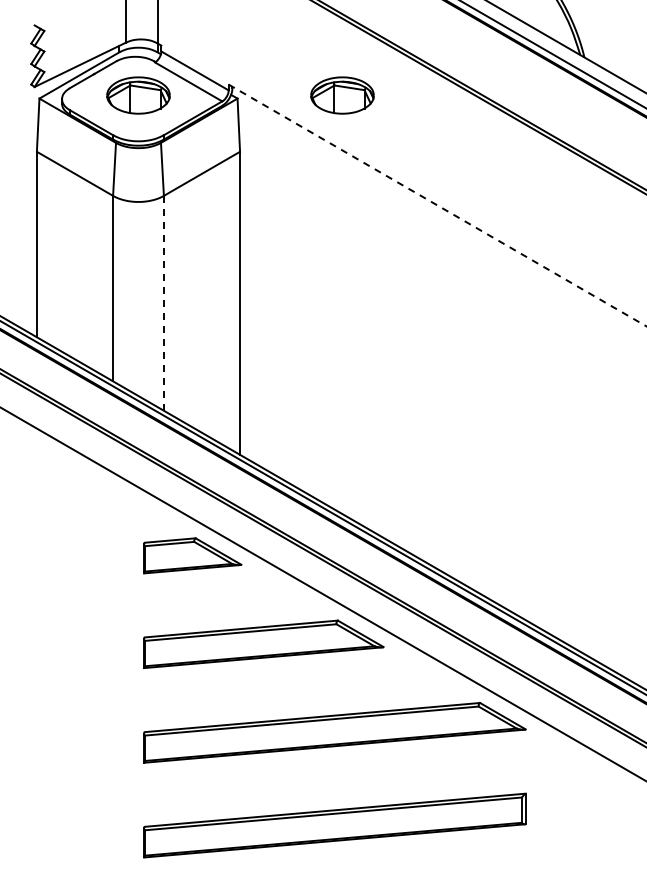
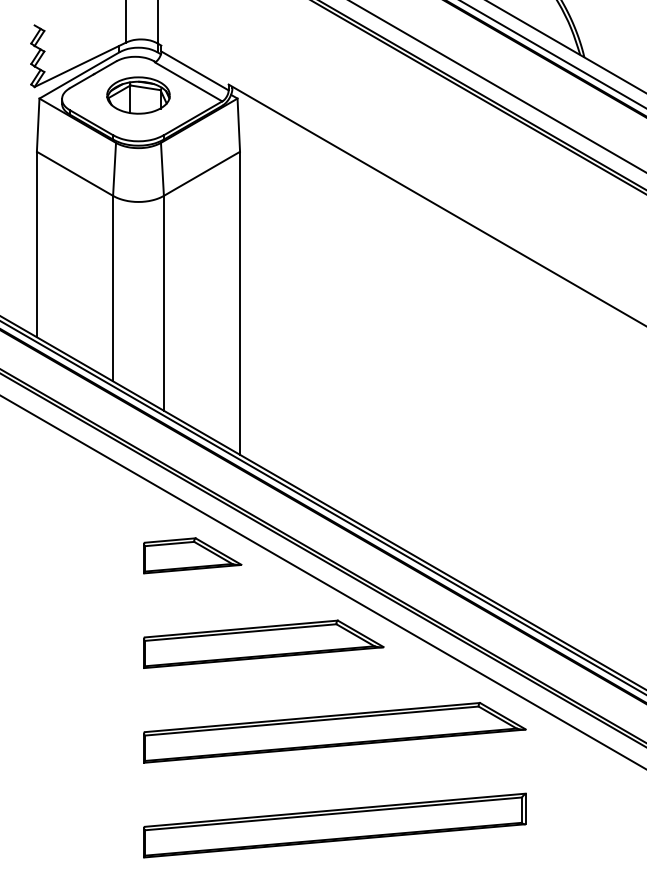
line at (497, 86): none -> present
part at (342, 95): present -> none
line at (438, 205): dashed -> solid
line at (163, 302): dashed -> solid
line at (322, 593) position: (322, 593) -> (322, 581)
